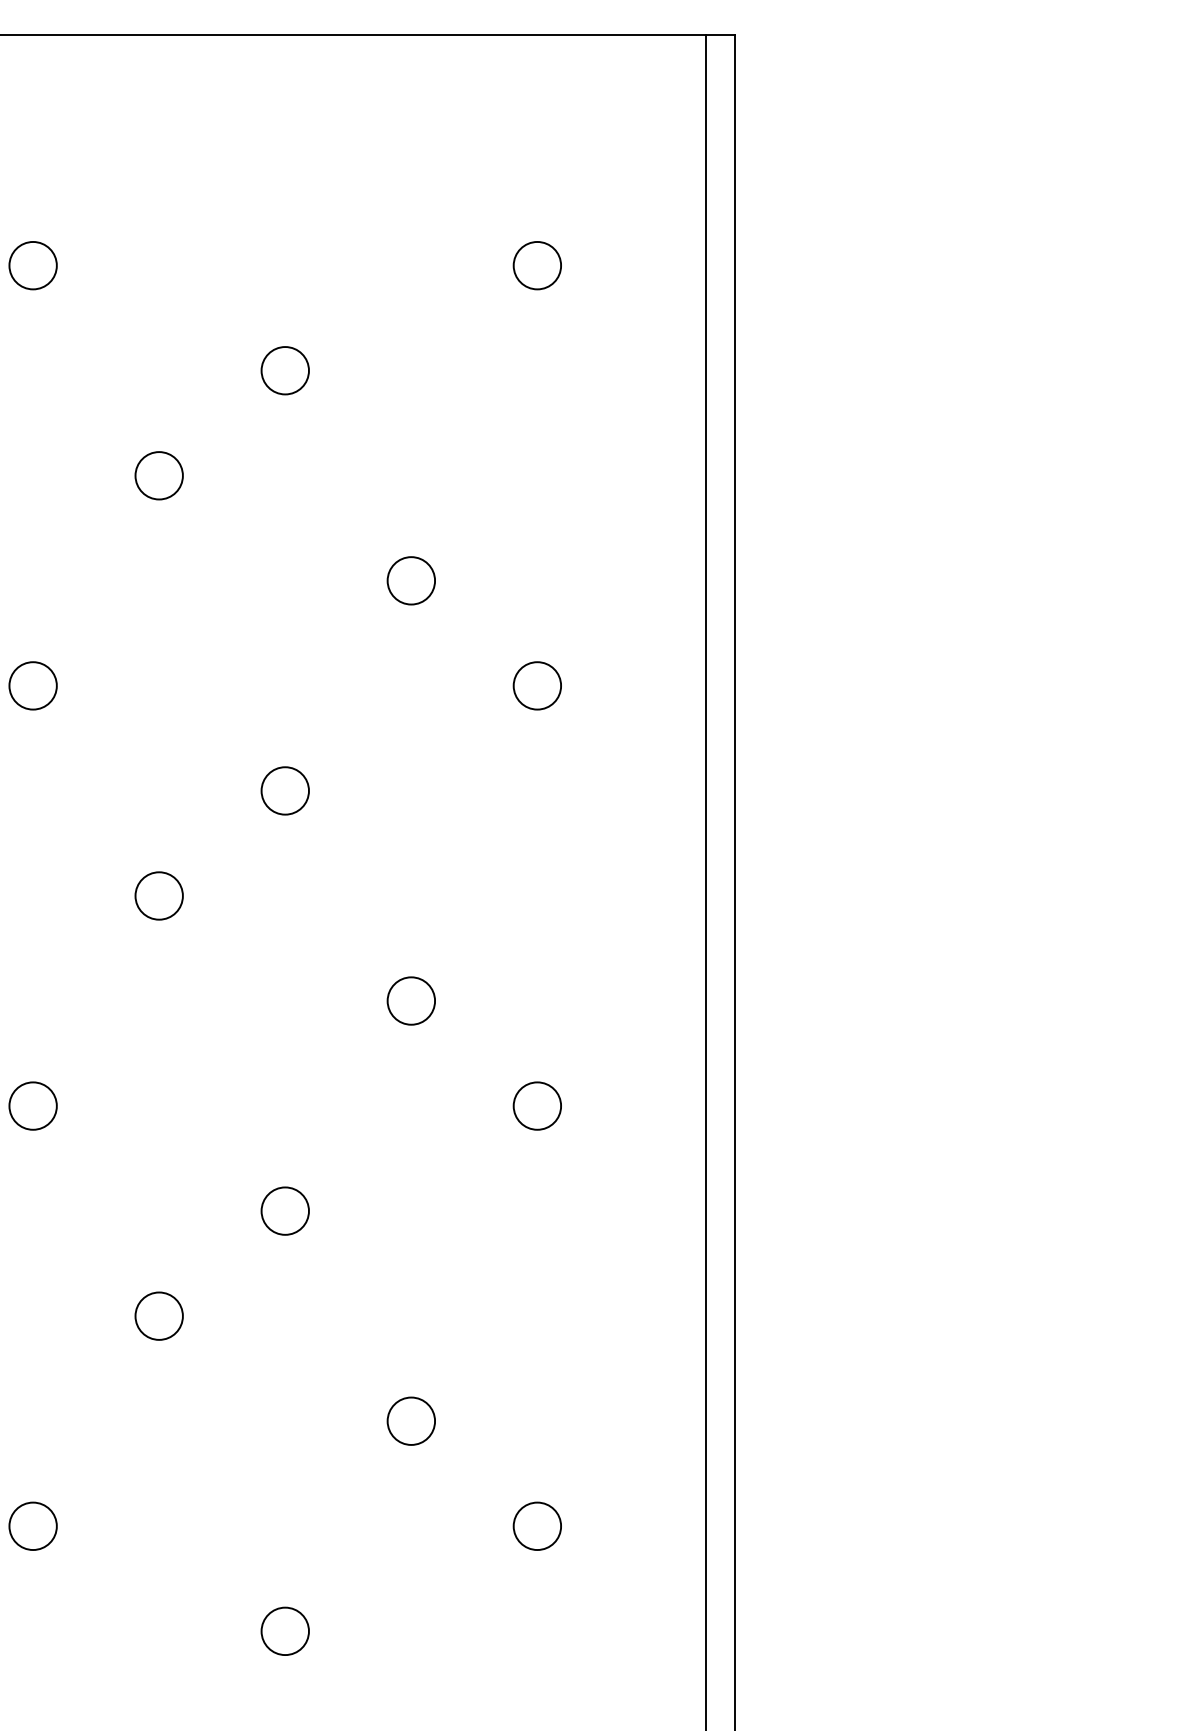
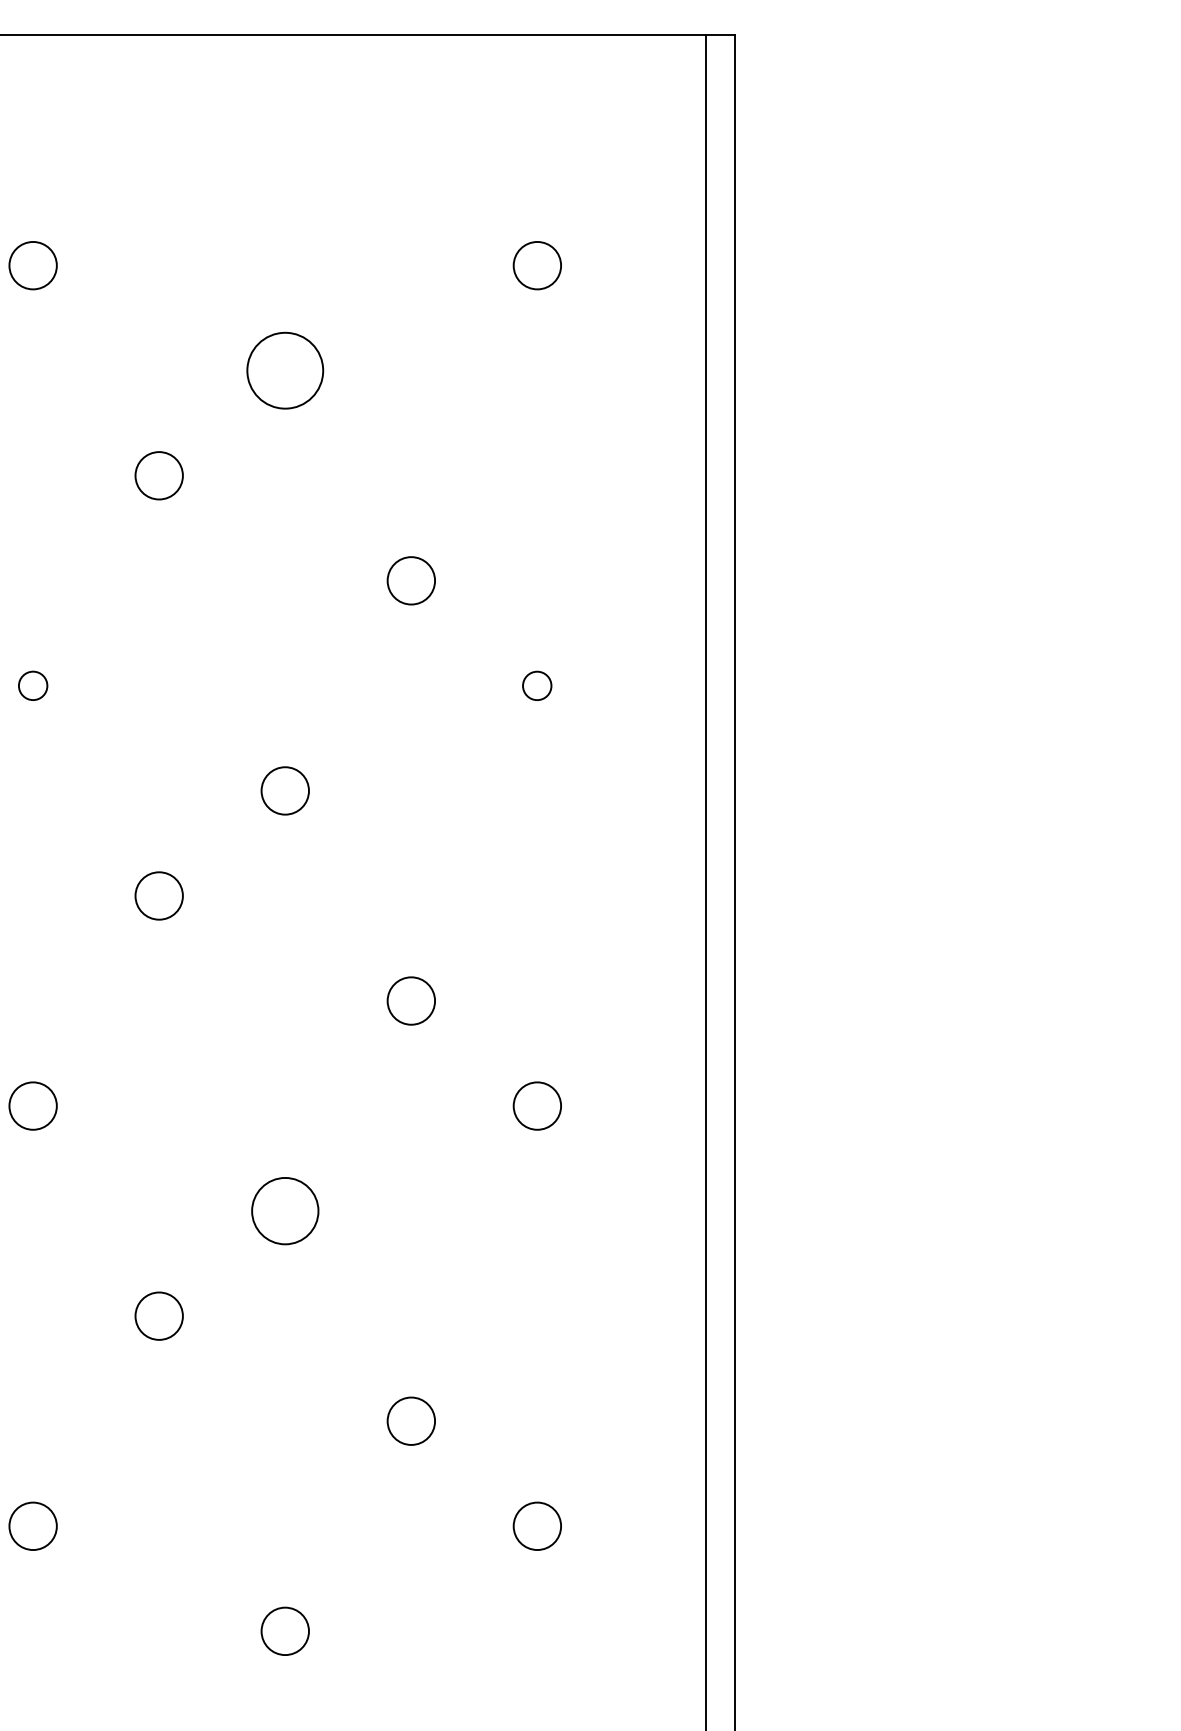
circle at (284, 370) diameter: 47 px -> 76 px
circle at (32, 685) diameter: 47 px -> 28 px
circle at (536, 685) size: 50x50 px -> 31x31 px
circle at (284, 1210) diameter: 47 px -> 66 px
